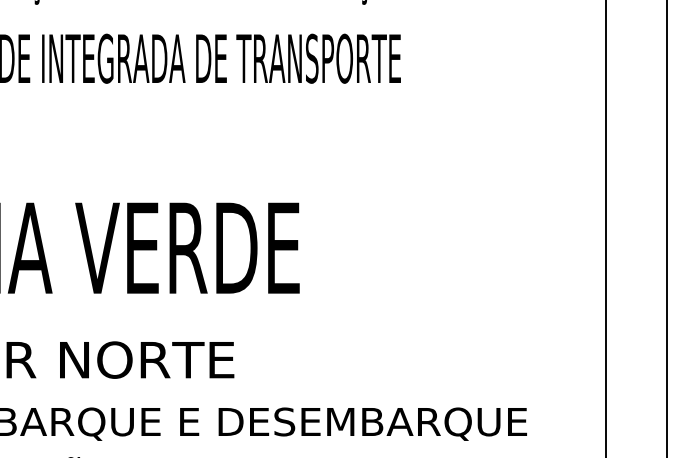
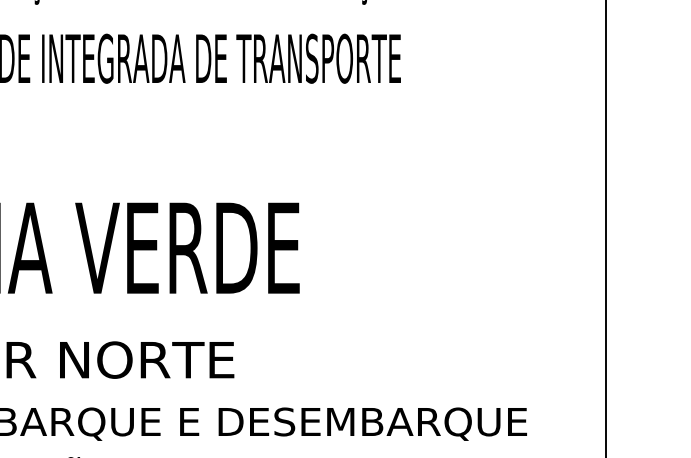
line at (666, 228): present -> none
